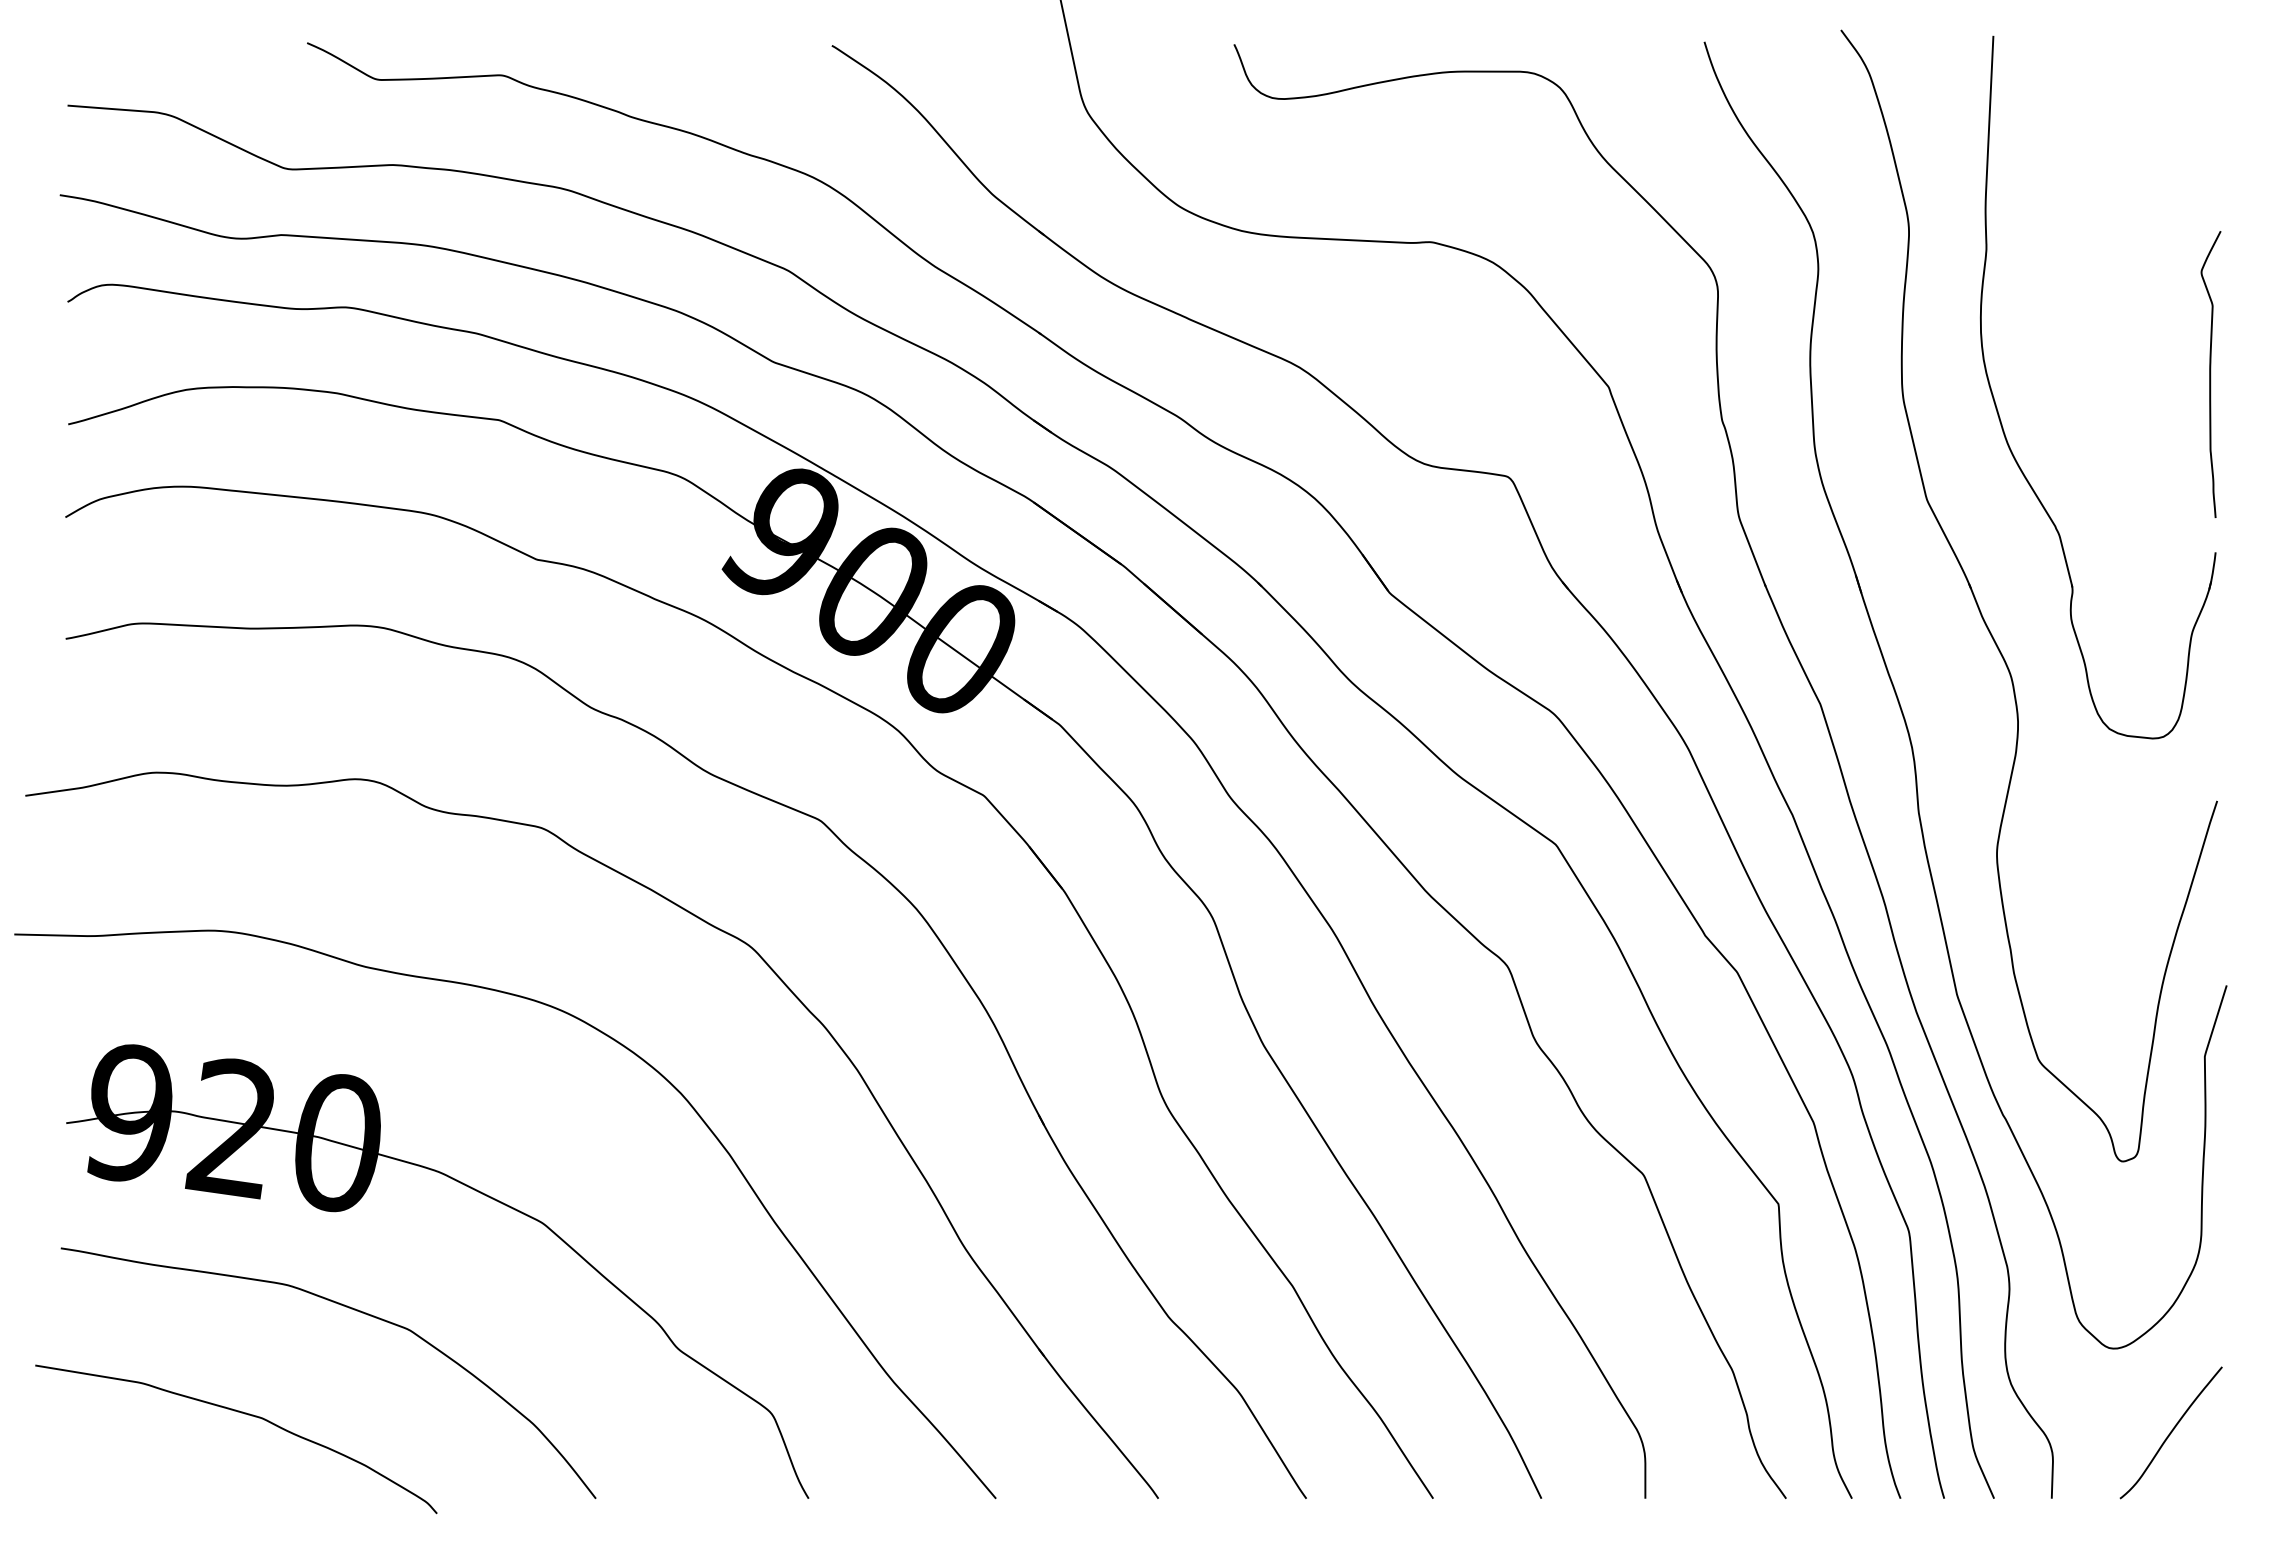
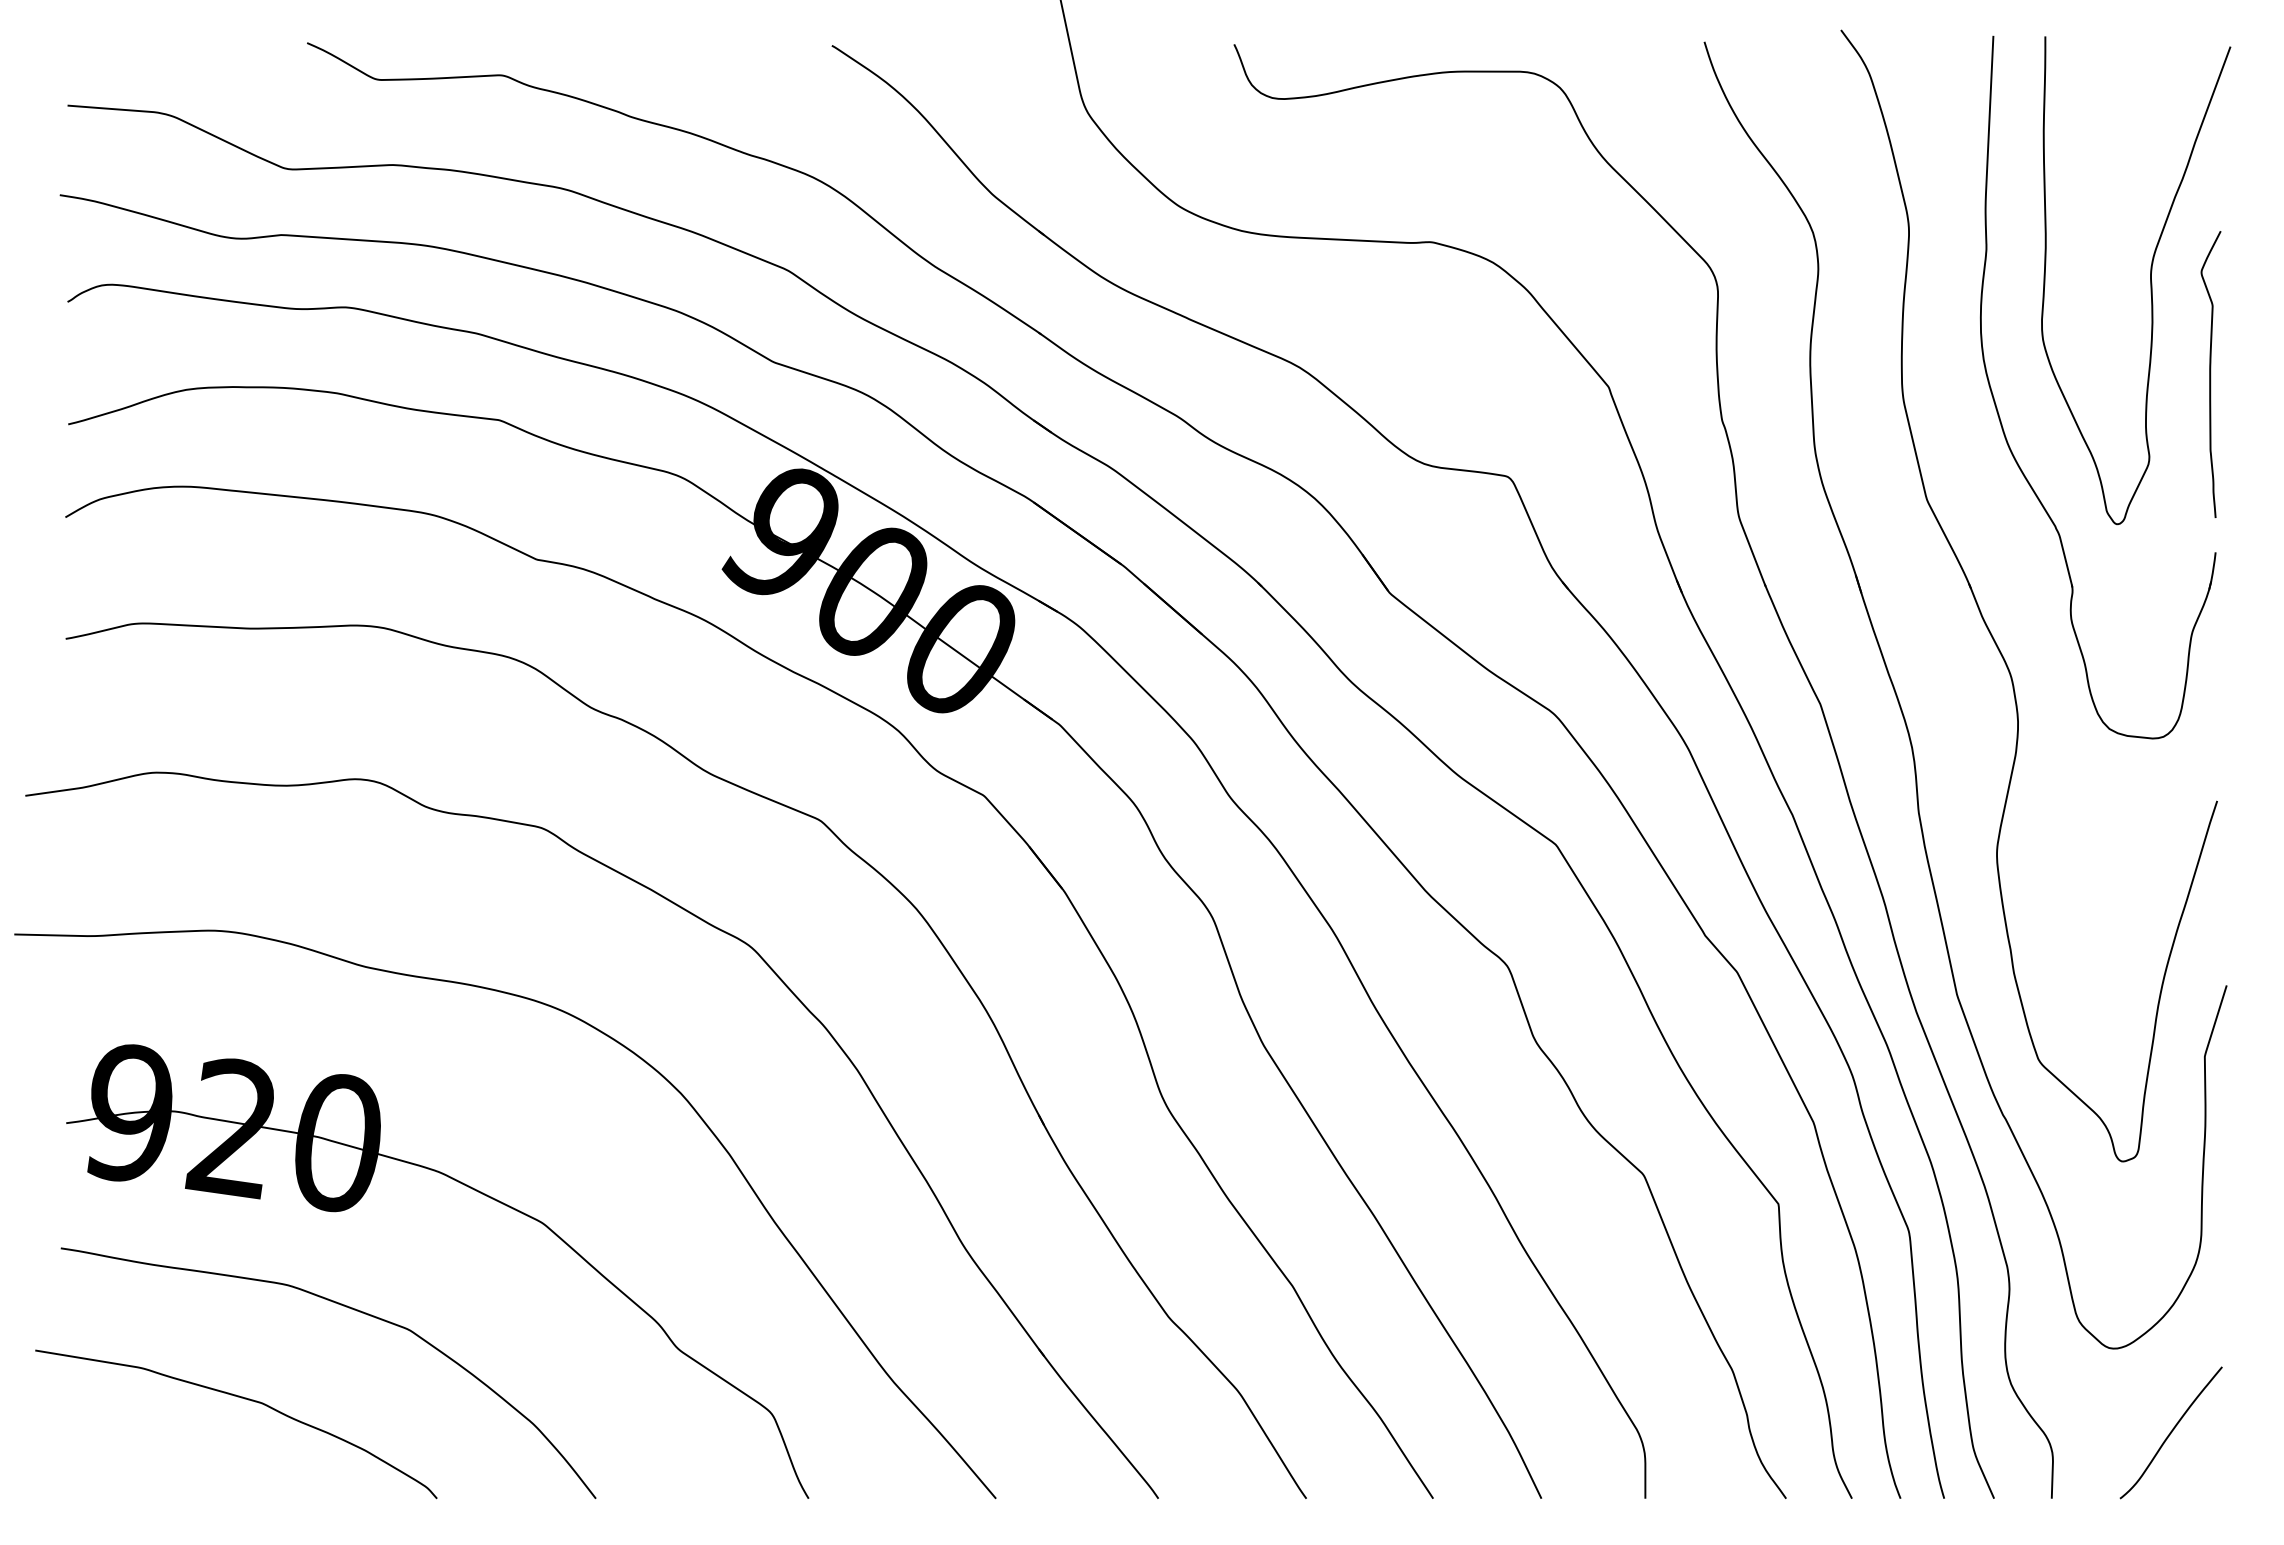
curve at (2150, 280): none -> present
curve at (244, 1414) position: (244, 1414) -> (244, 1399)
